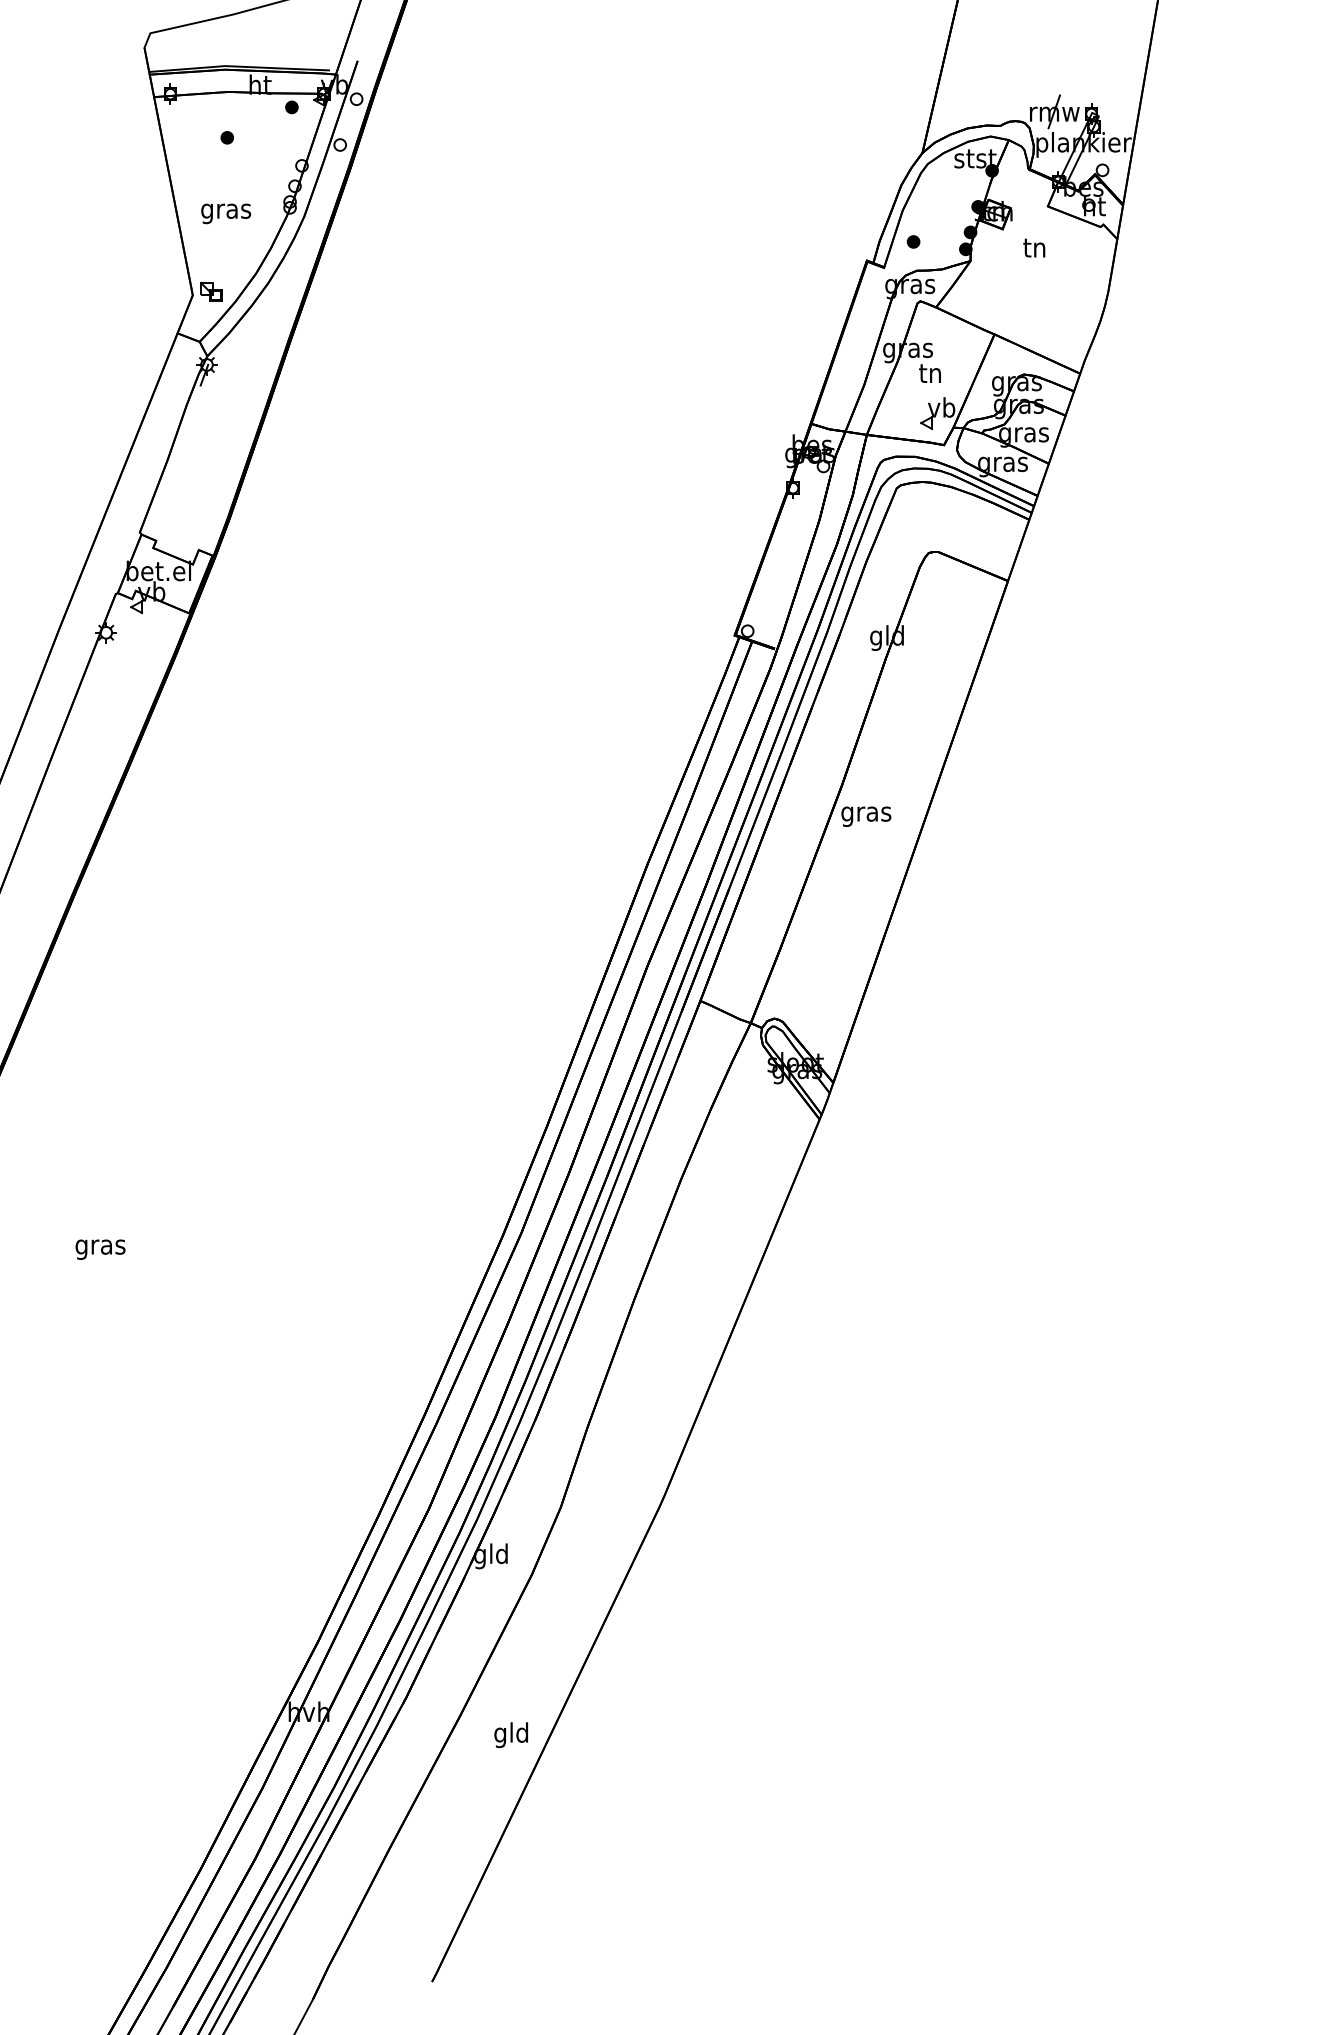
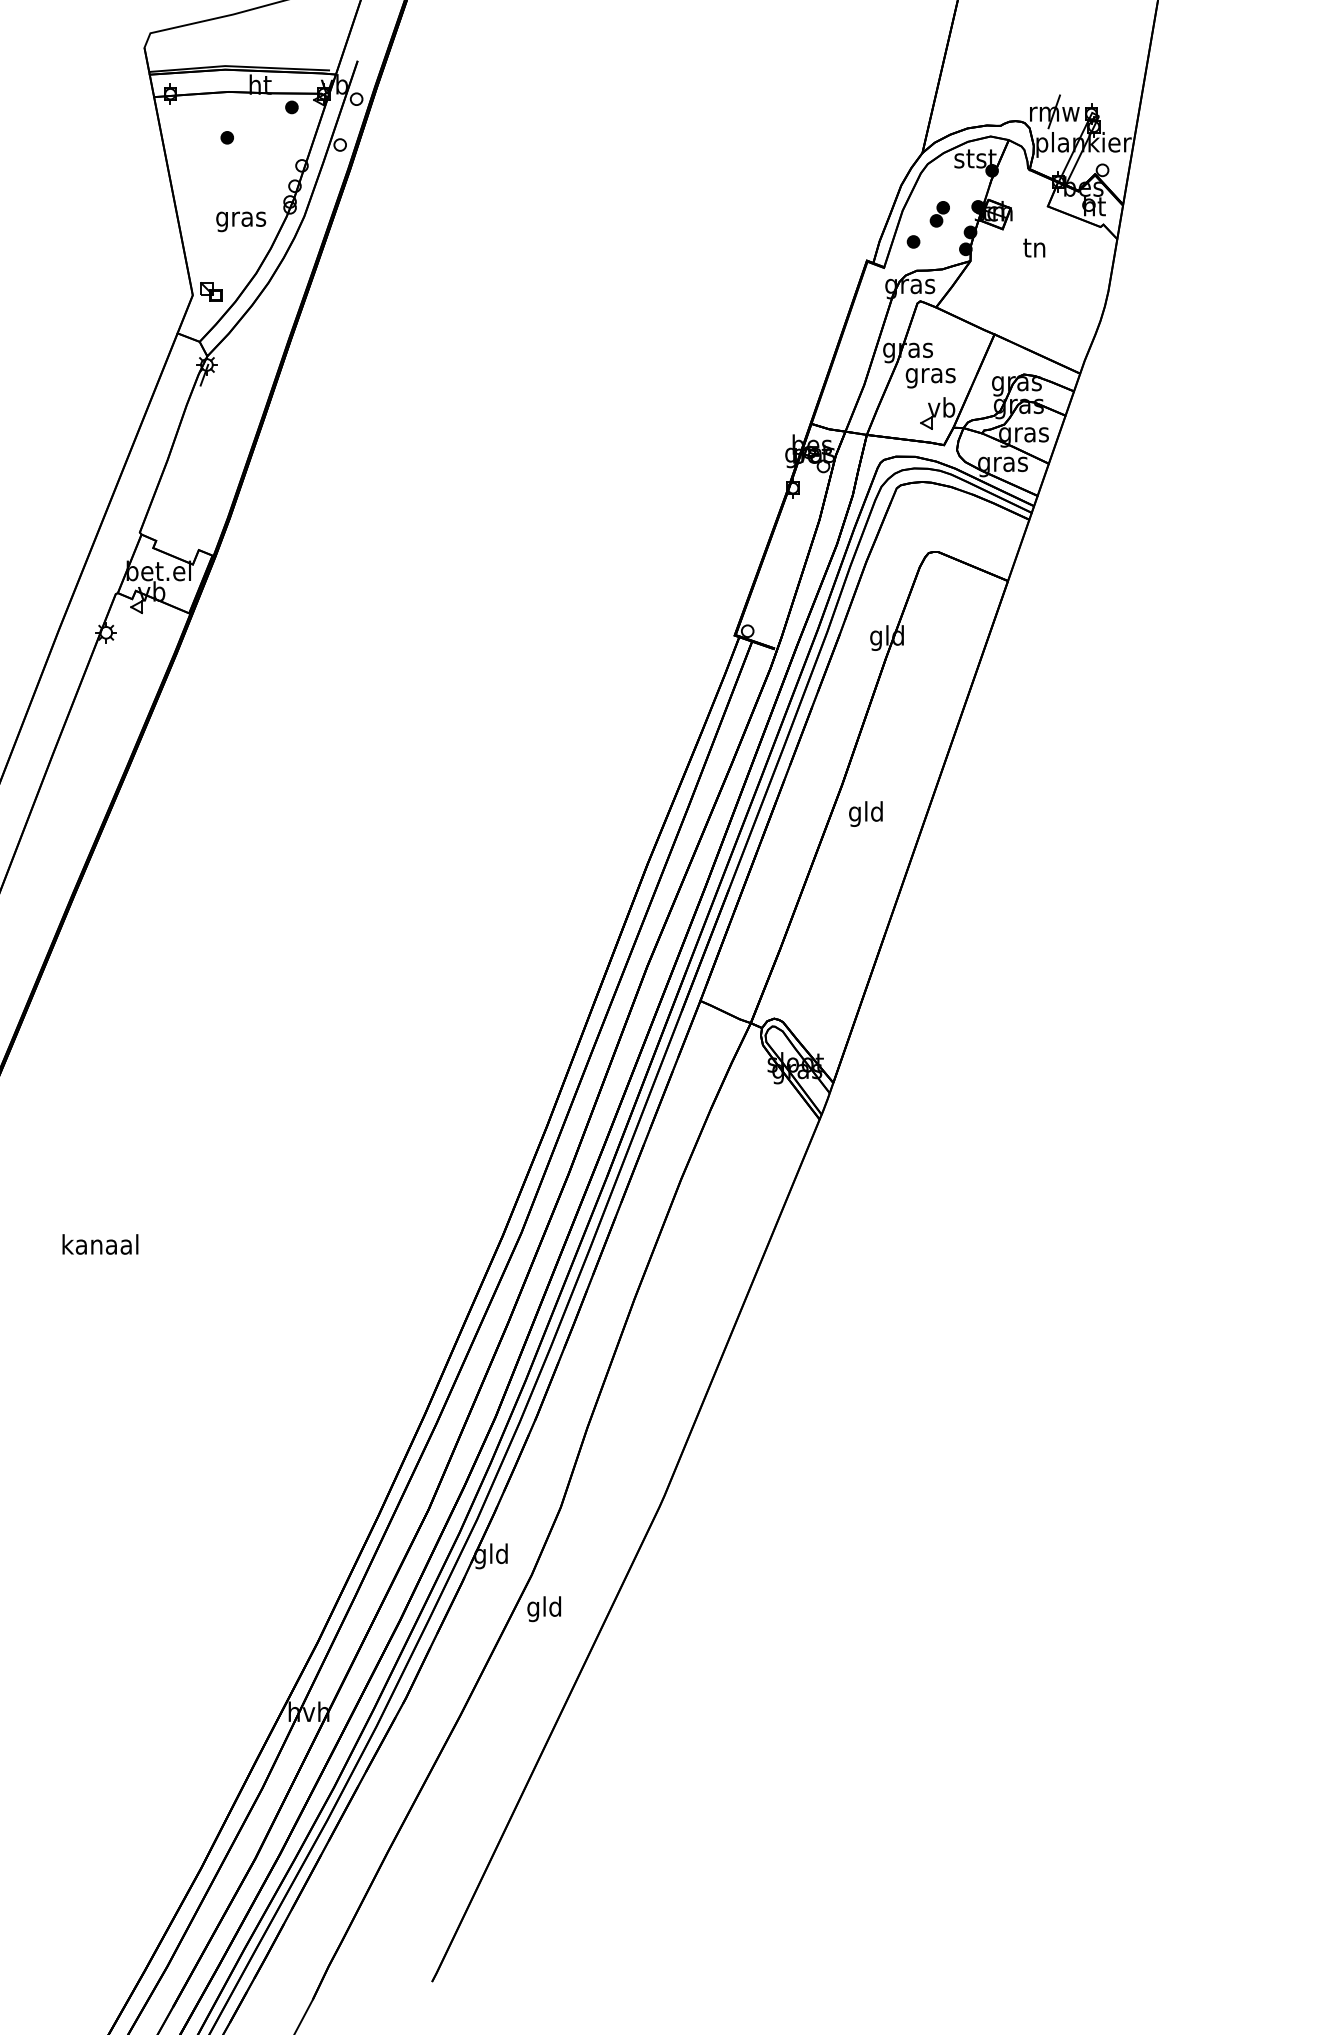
text at (226, 213) position: (226, 213) -> (241, 221)
part at (939, 214): none -> present
text at (930, 376): tn -> gras
text at (866, 813): gras -> gld
text at (100, 1246): gras -> kanaal
text at (510, 1735) position: (510, 1735) -> (543, 1609)
